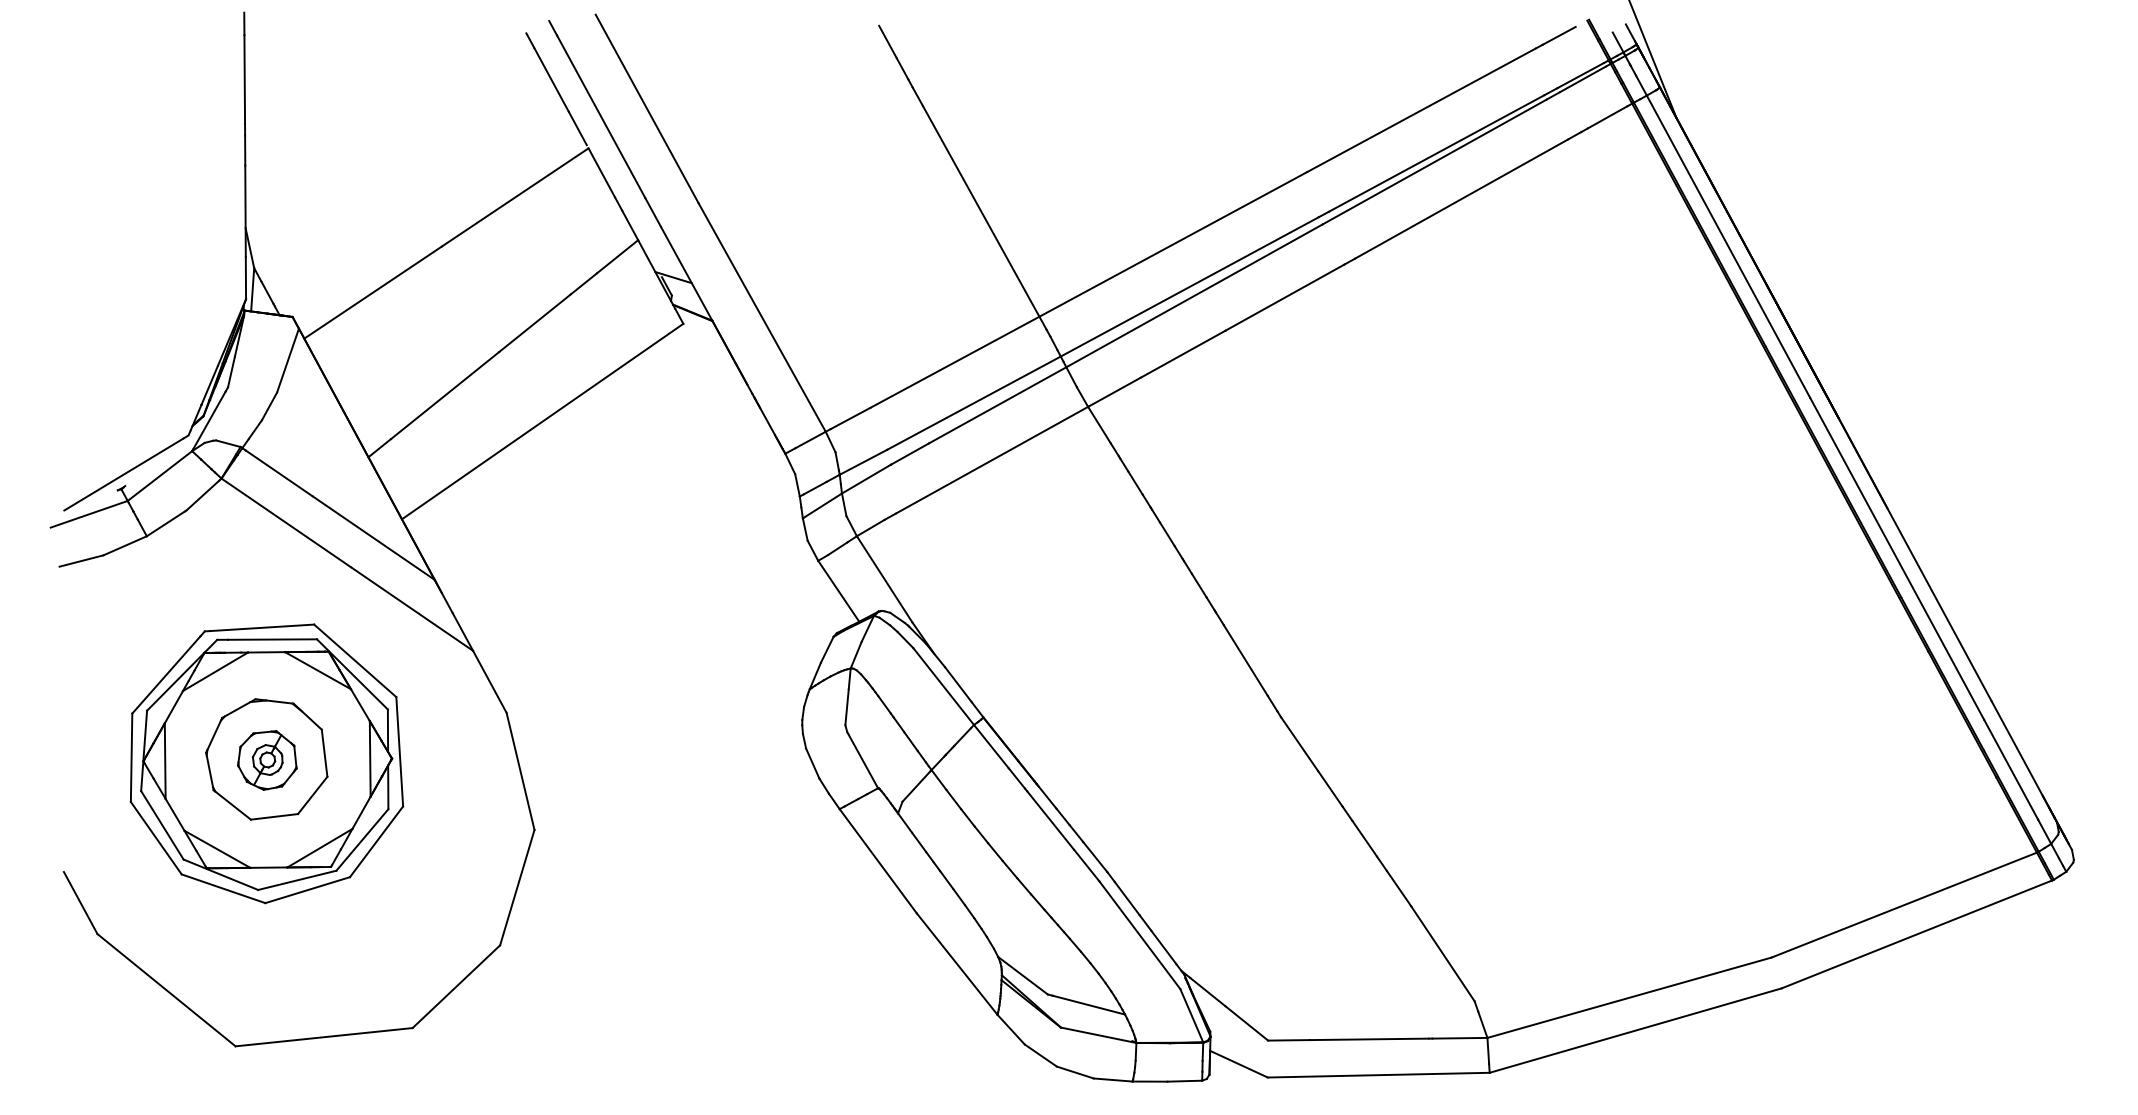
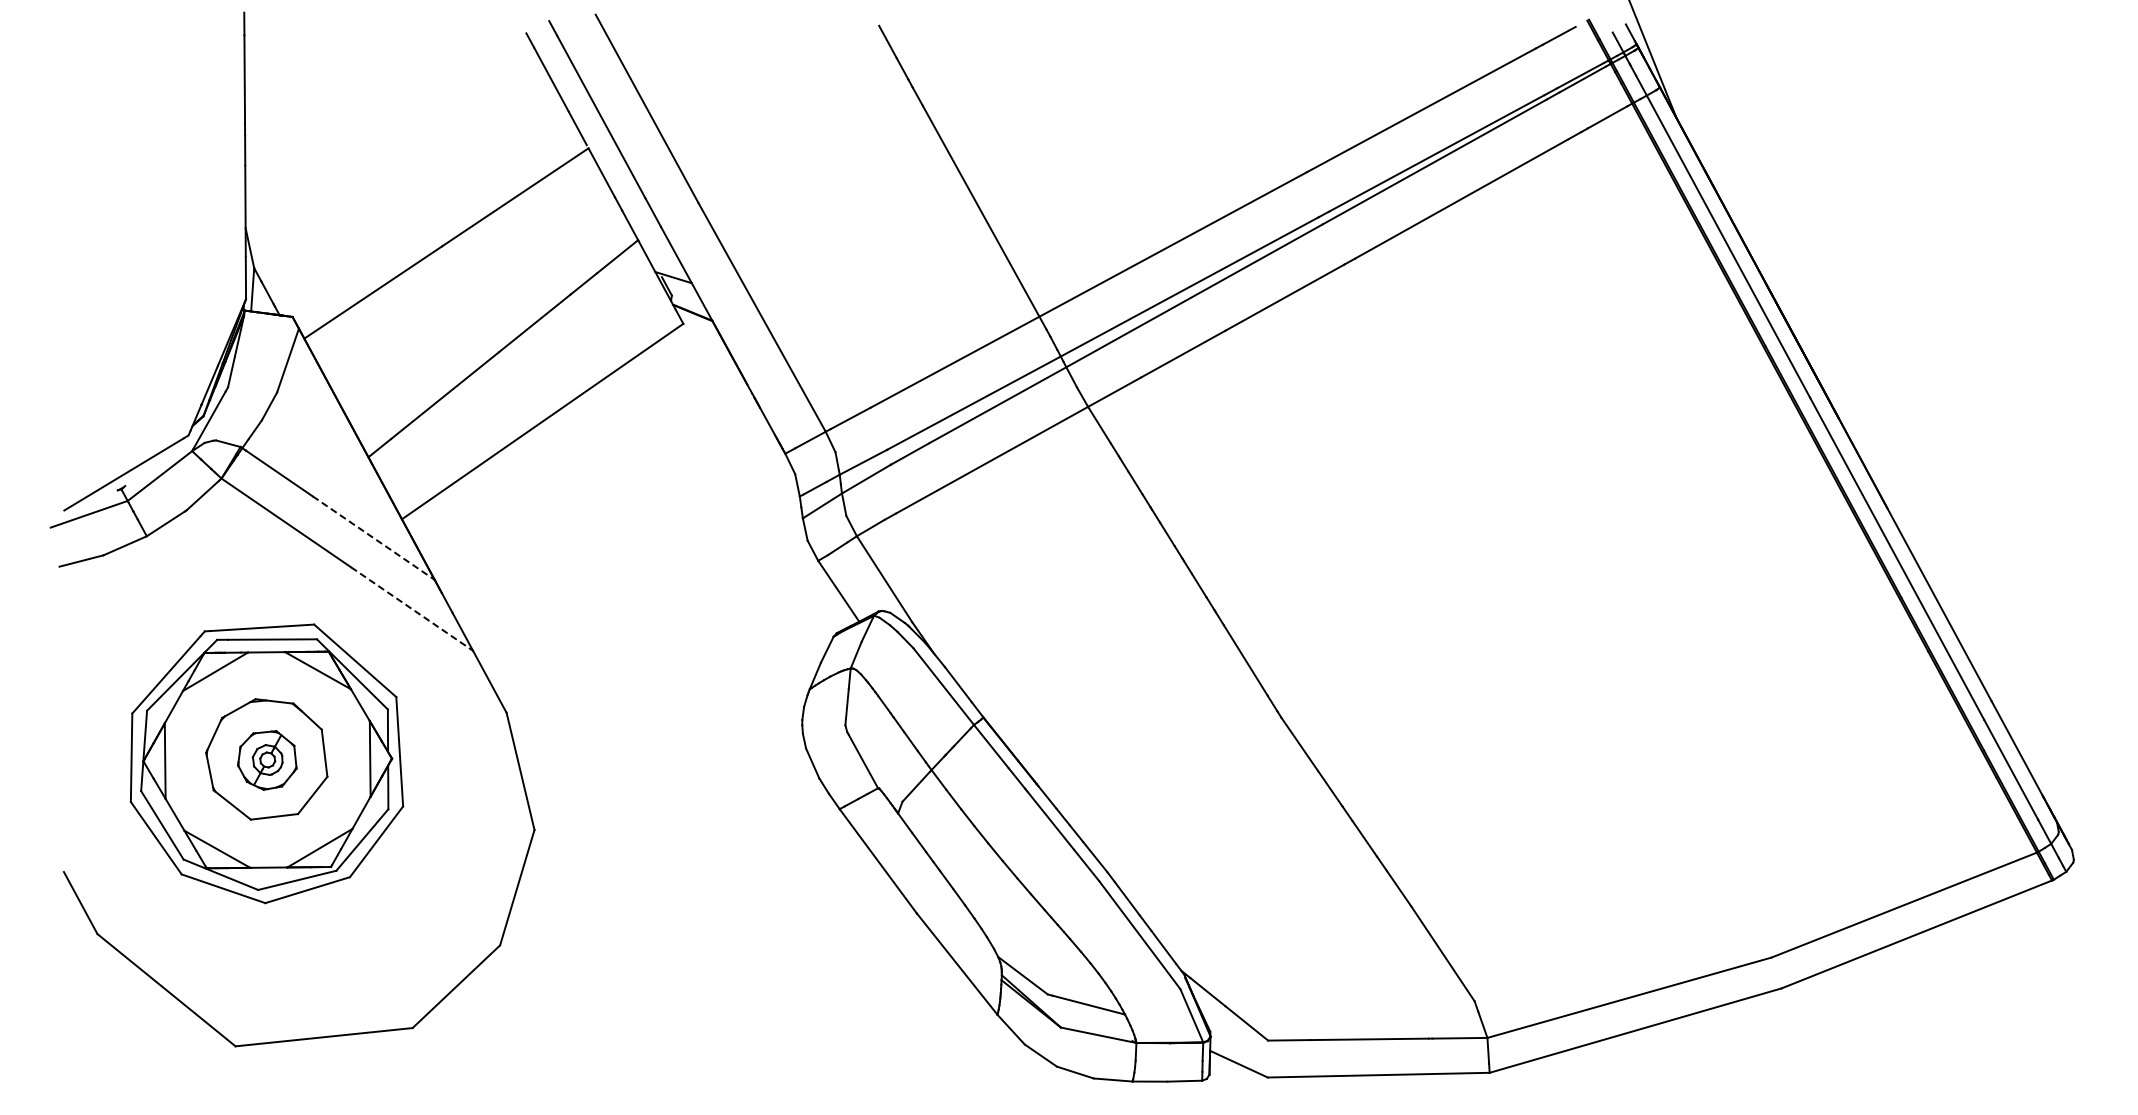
line at (373, 538): solid -> dashed
line at (412, 609): solid -> dashed
